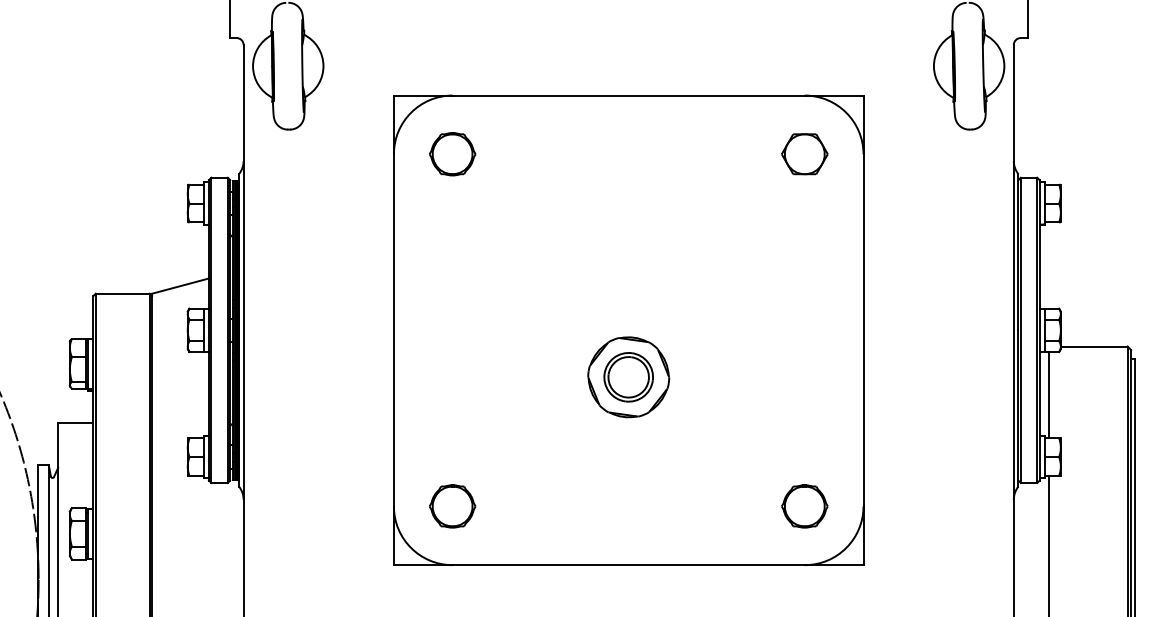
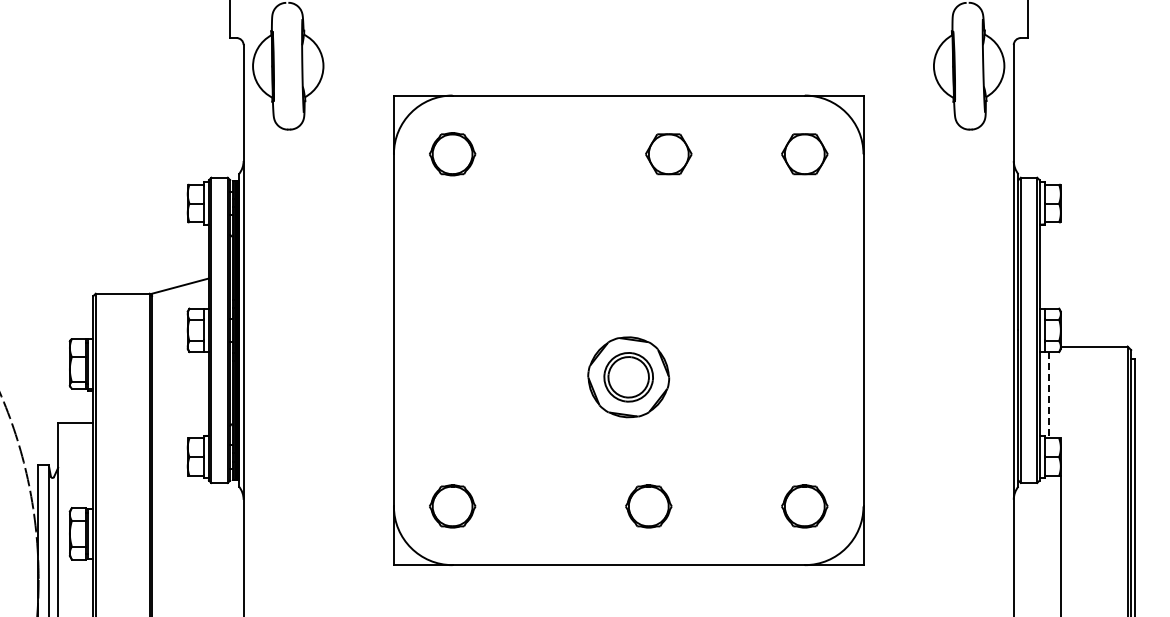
part at (668, 154): none -> present
line at (1048, 395): solid -> dashed
part at (648, 506): none -> present
line at (1048, 544) position: (1048, 544) -> (1060, 544)
